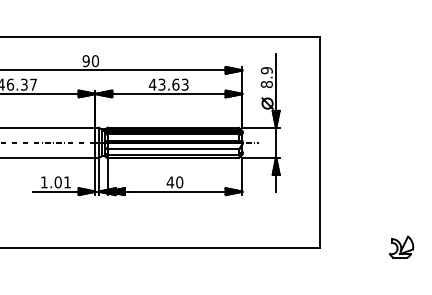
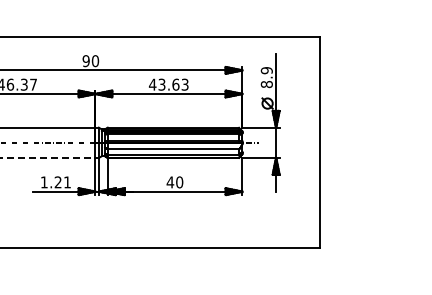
line at (48, 157): solid -> dashed
text at (57, 182): 1.01 -> 1.21
part at (401, 246): present -> none
